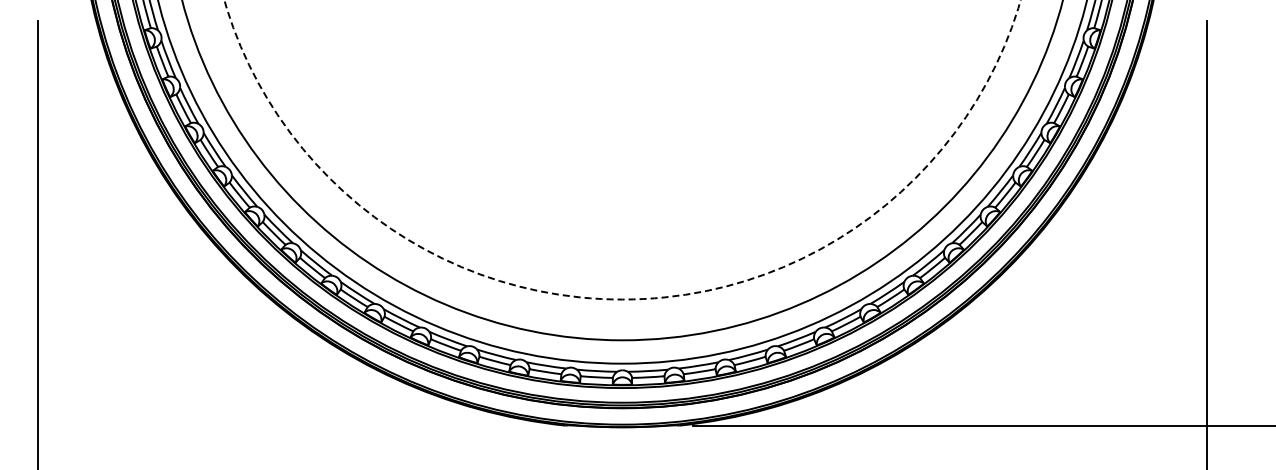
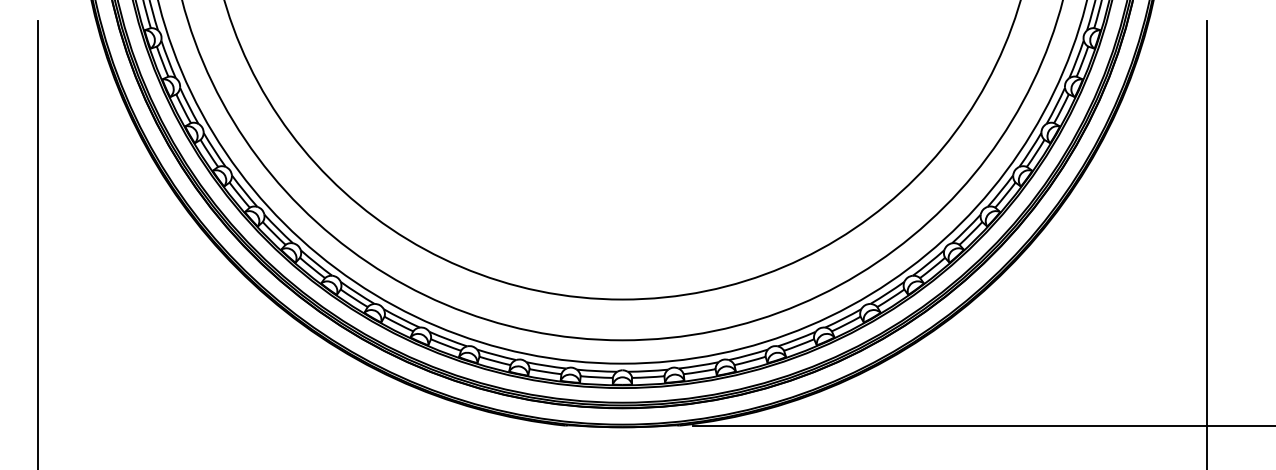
circle at (622, 149): dashed -> solid
